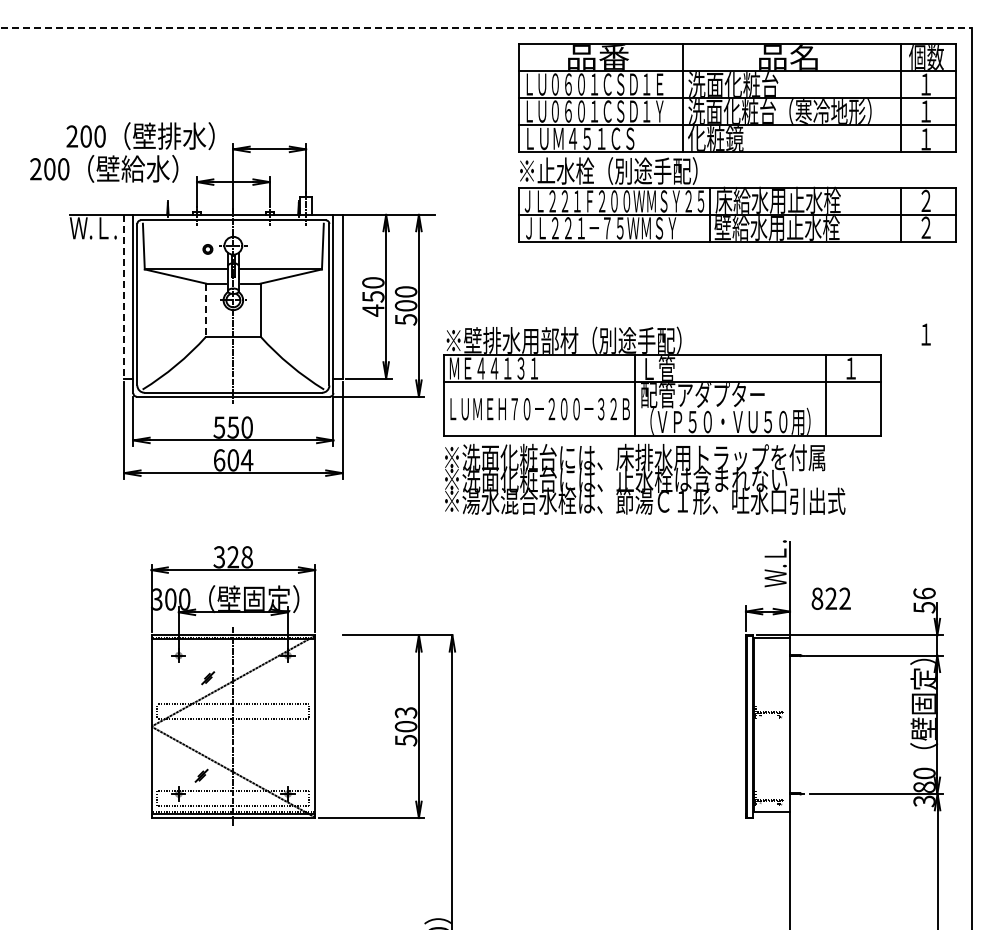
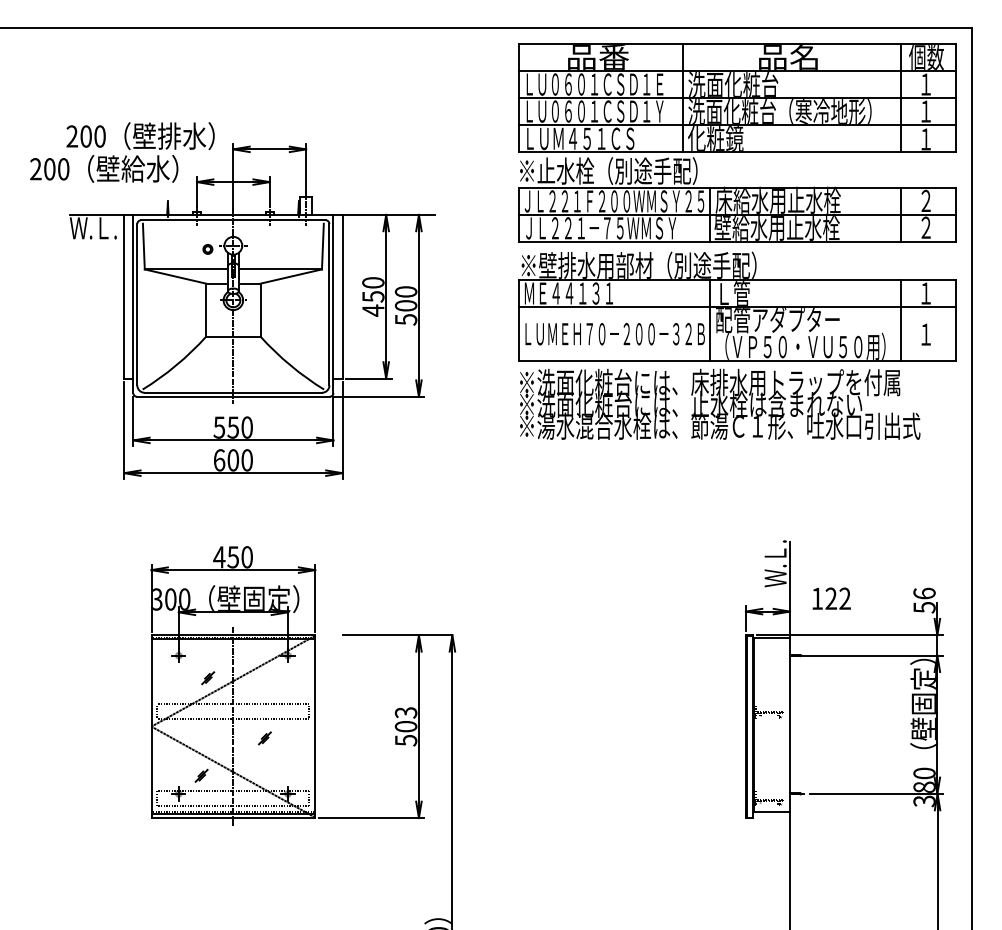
line at (486, 27): dashed -> solid
line at (124, 296): dashed -> solid
line at (206, 310): dashed -> solid
part at (662, 420) position: (662, 420) -> (737, 345)
text at (246, 460): 604 -> 600
text at (232, 557): 328 -> 450
text at (817, 598): 822 -> 122
part at (264, 738): none -> present
